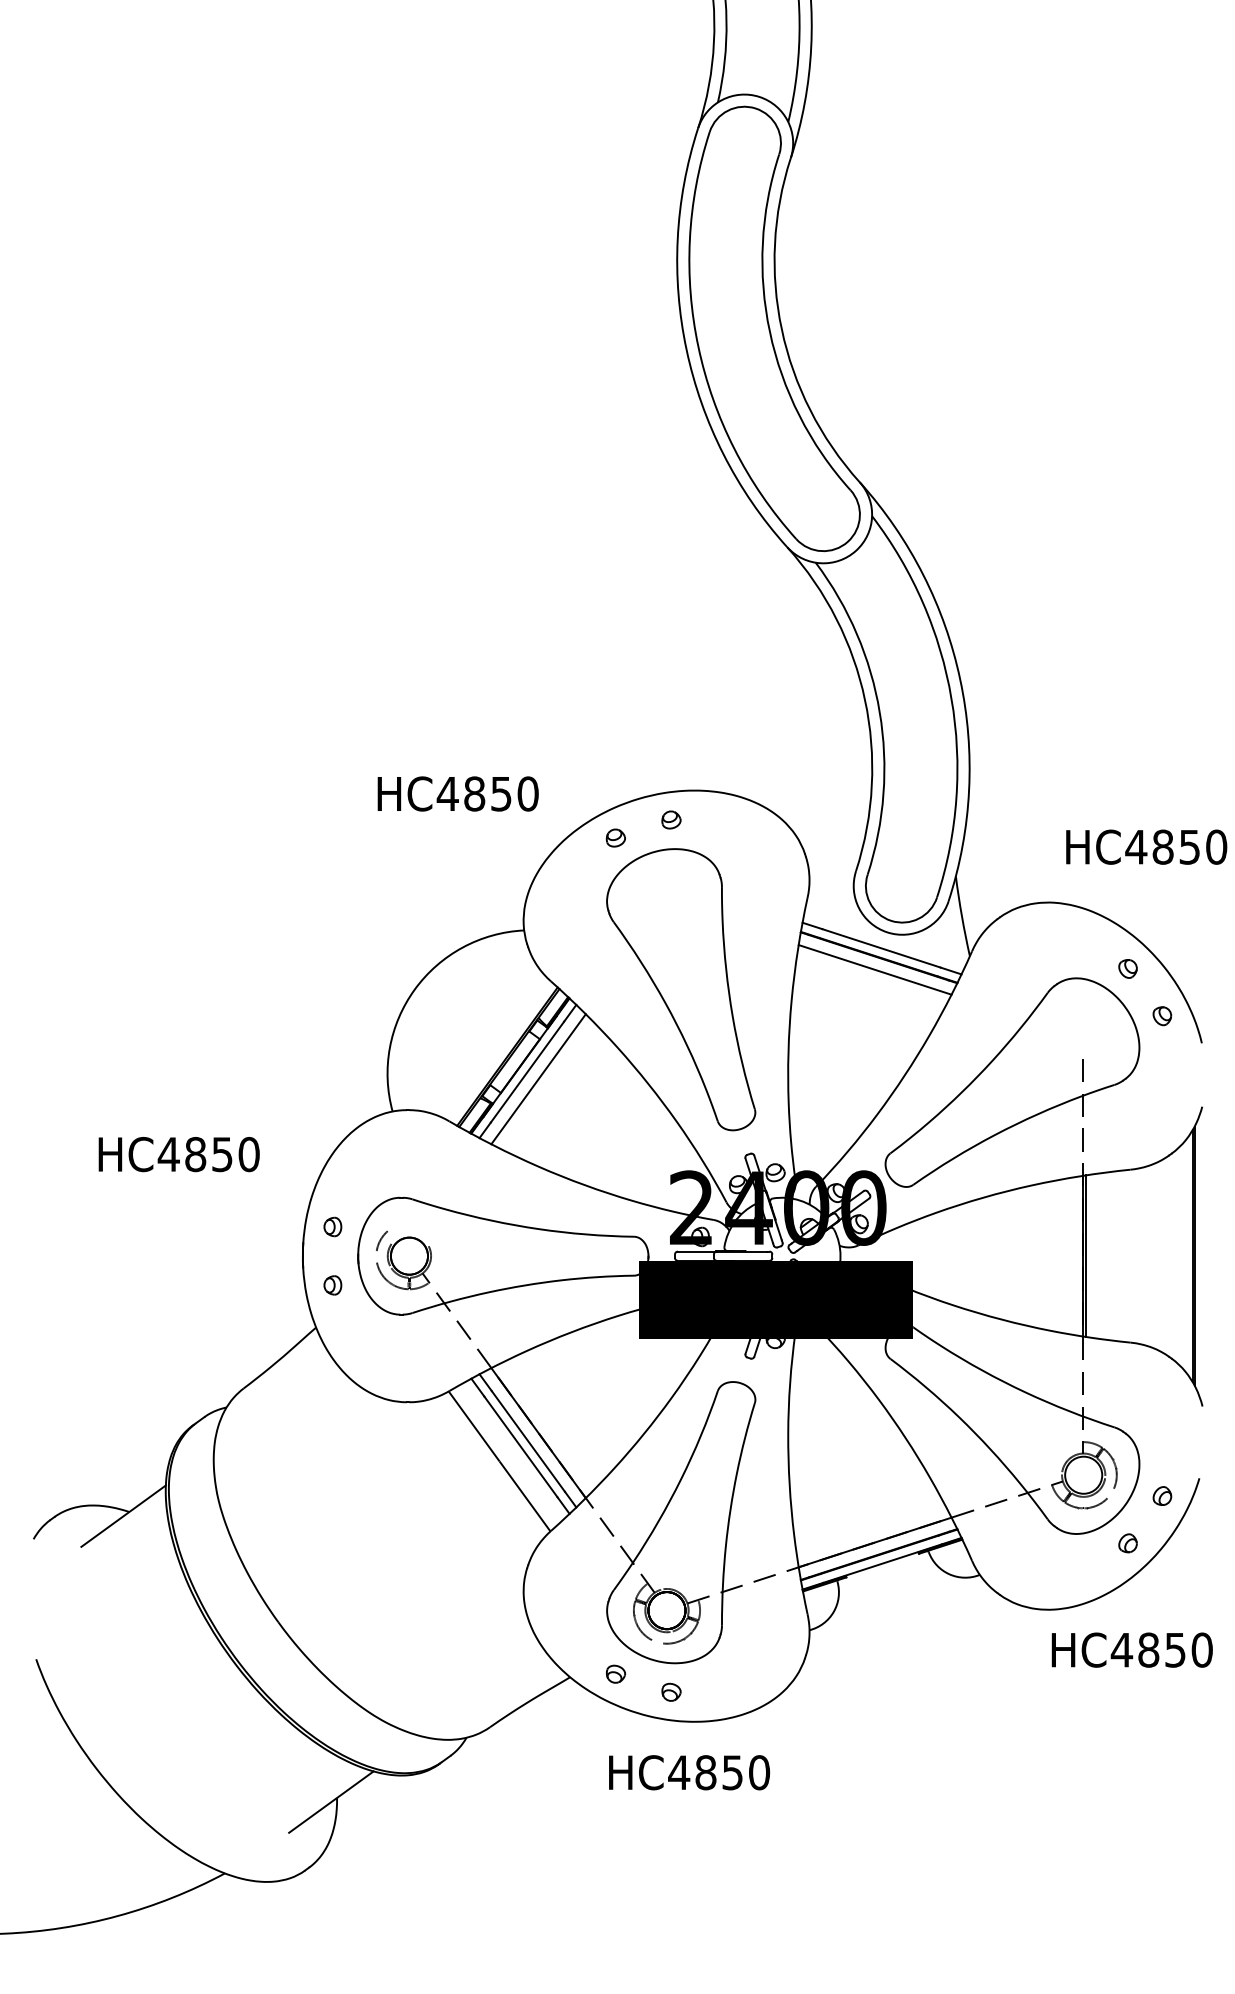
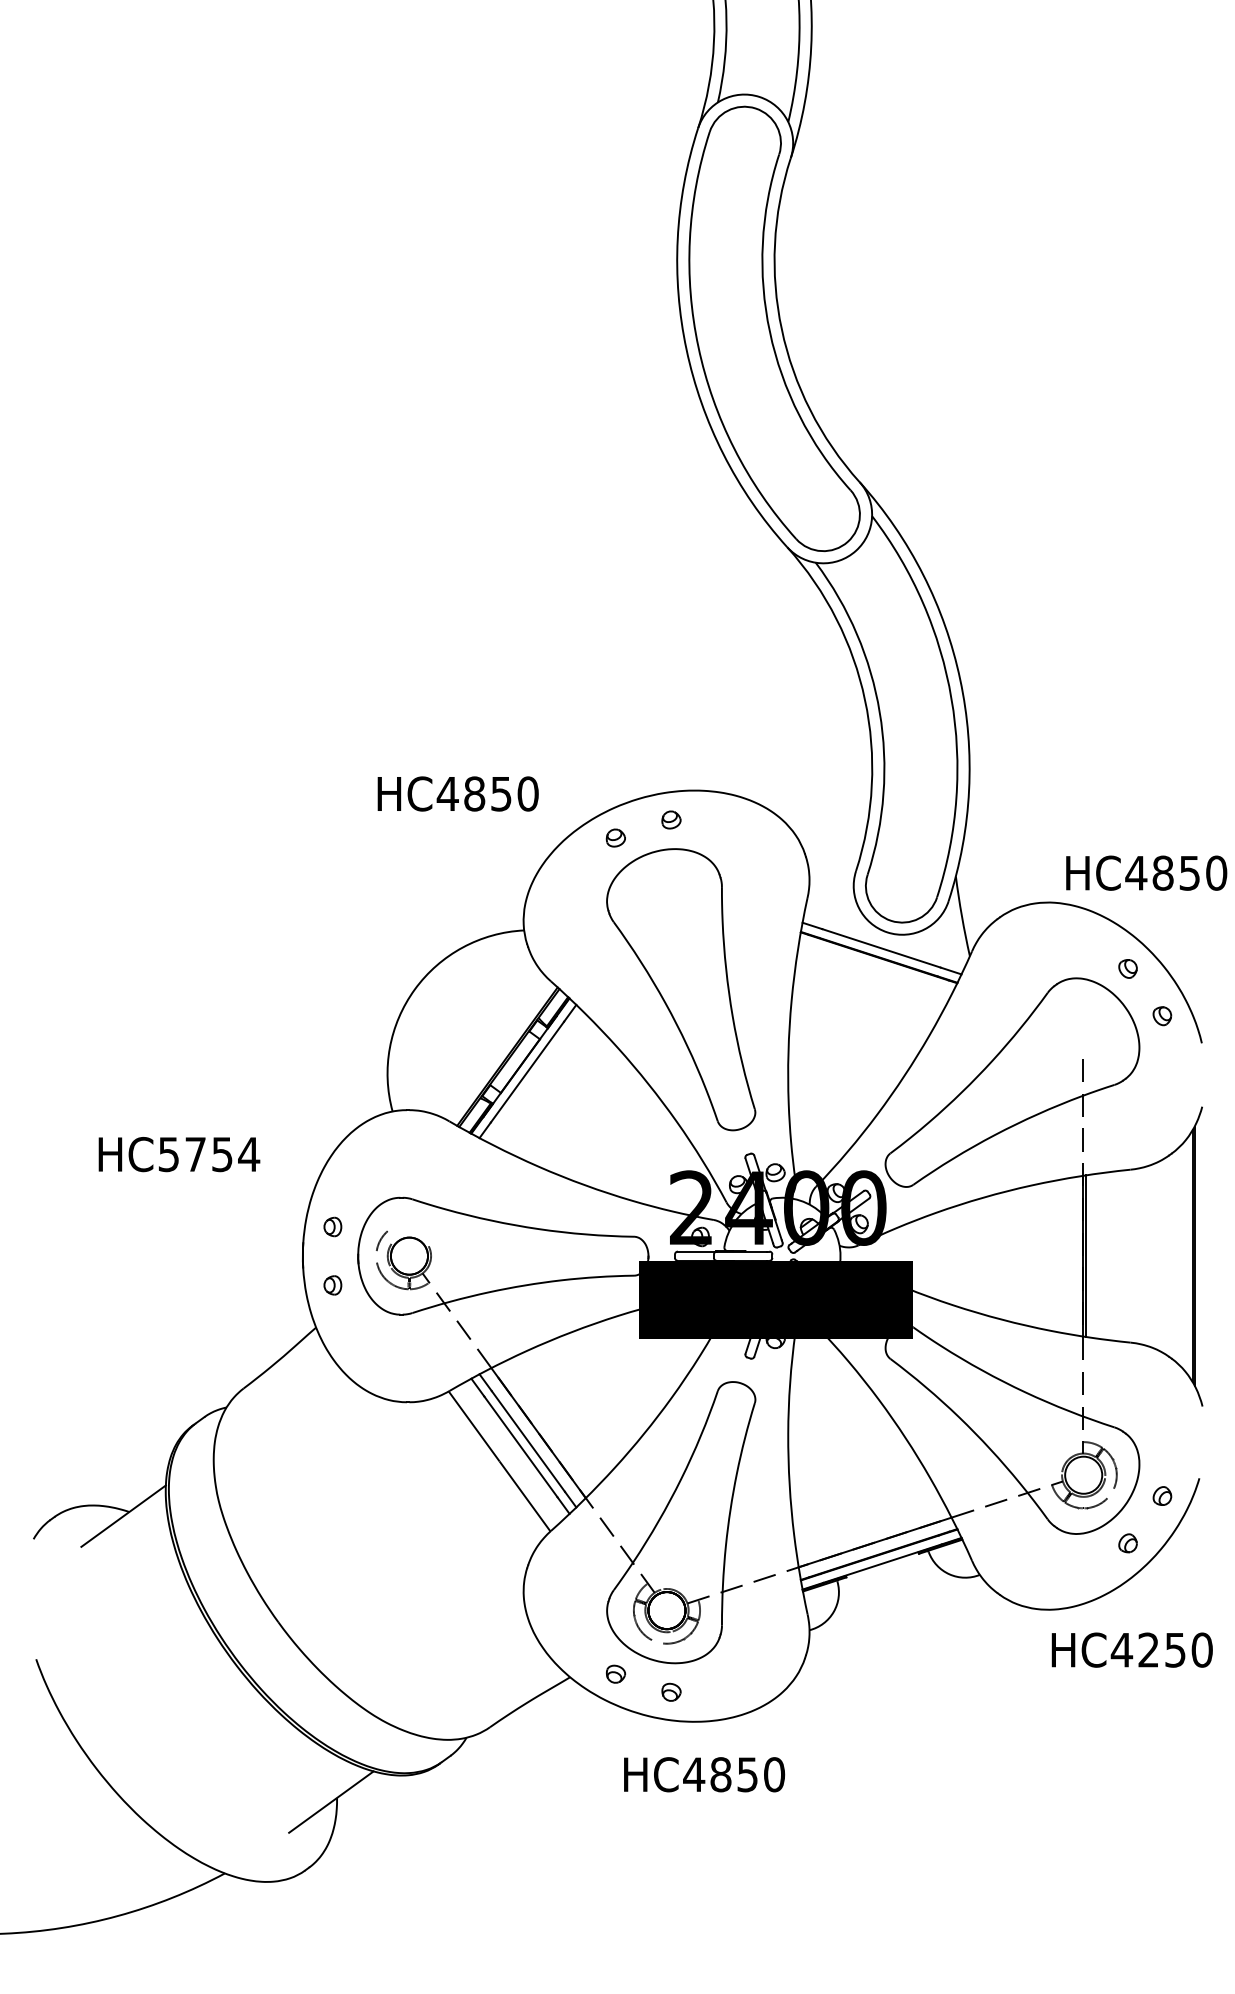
text at (1146, 846) position: (1146, 846) -> (1146, 872)
line at (874, 969): present -> none
line at (538, 1079): present -> none
text at (208, 1154): HC4850 -> HC5754
text at (1148, 1649): HC4850 -> HC4250
text at (689, 1772) position: (689, 1772) -> (704, 1774)
